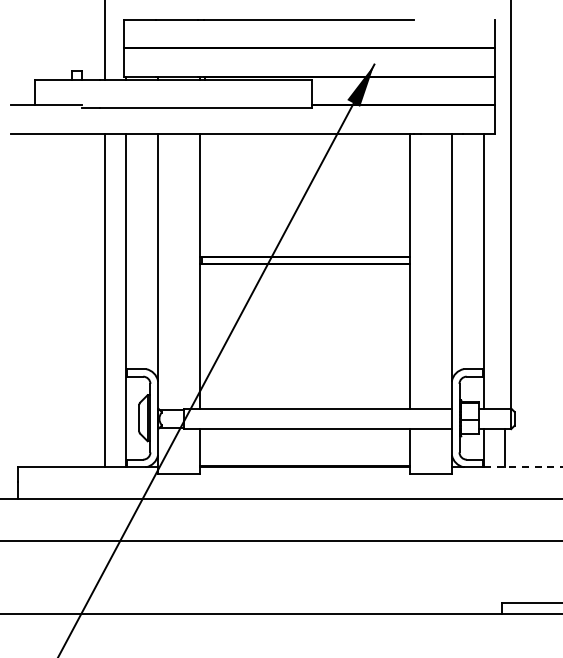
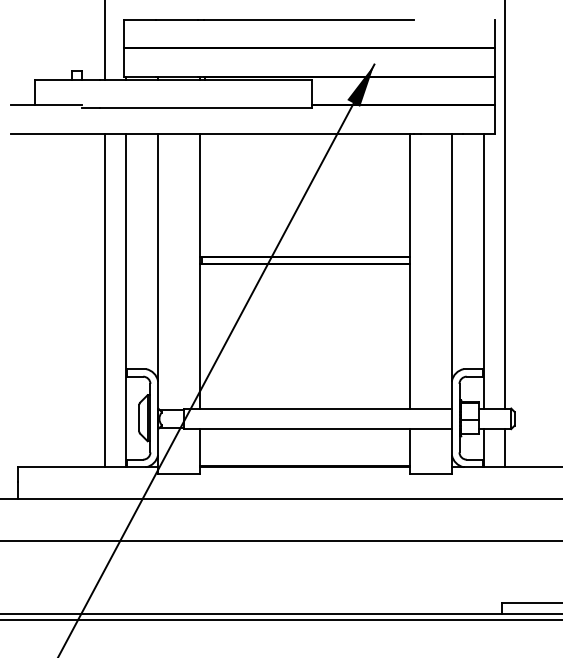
line at (511, 205) position: (511, 205) -> (505, 205)
line at (522, 467): dashed -> solid
line at (280, 619): none -> present
